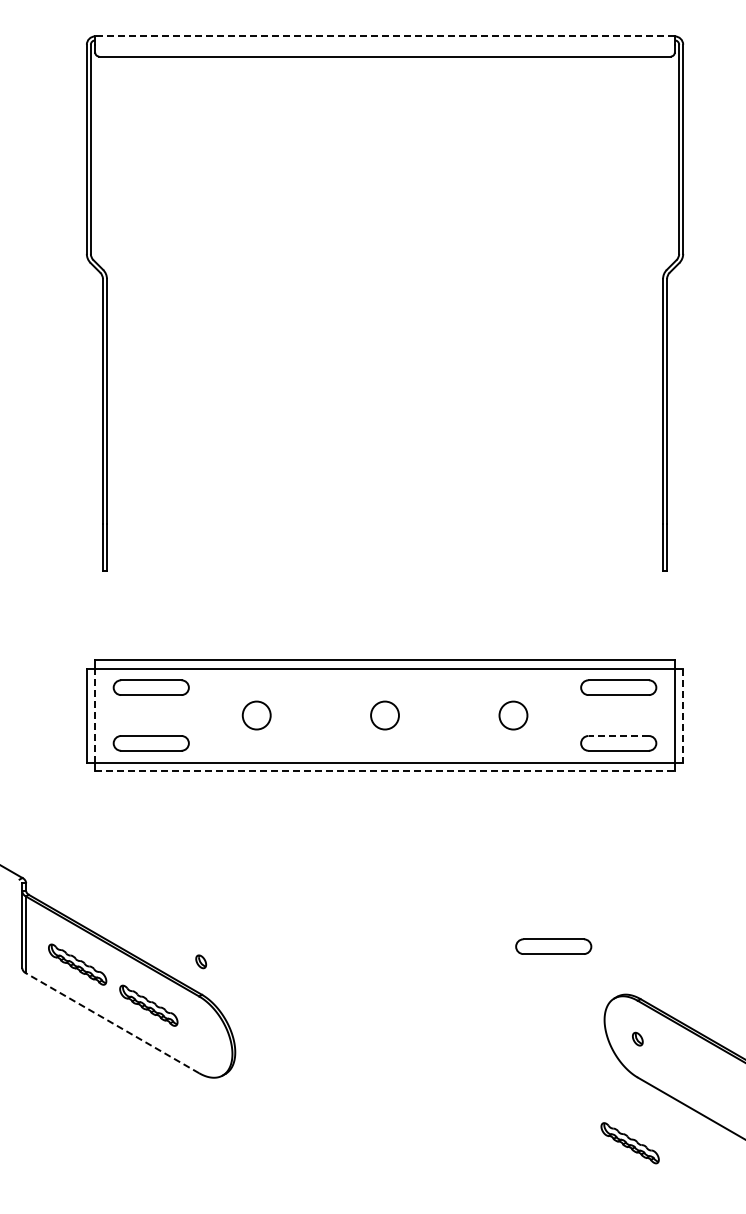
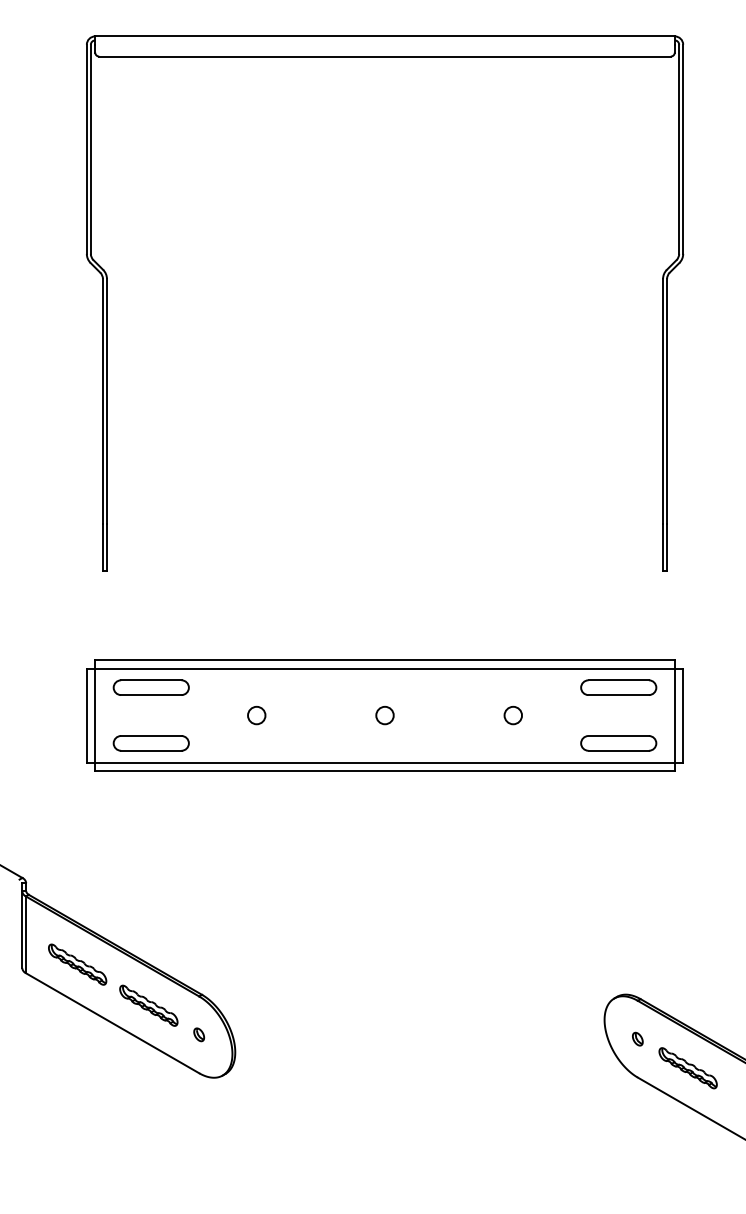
line at (385, 36): dashed -> solid
line at (95, 715): dashed -> solid
circle at (256, 715) diameter: 28 px -> 17 px
circle at (384, 715) diameter: 28 px -> 17 px
circle at (513, 715) size: 31x31 px -> 20x21 px
line at (683, 716): dashed -> solid
line at (618, 736): dashed -> solid
line at (385, 770): dashed -> solid
part at (553, 946): present -> none
part at (201, 961) position: (201, 961) -> (199, 1034)
line at (112, 1023): dashed -> solid
part at (629, 1143) position: (629, 1143) -> (687, 1068)
